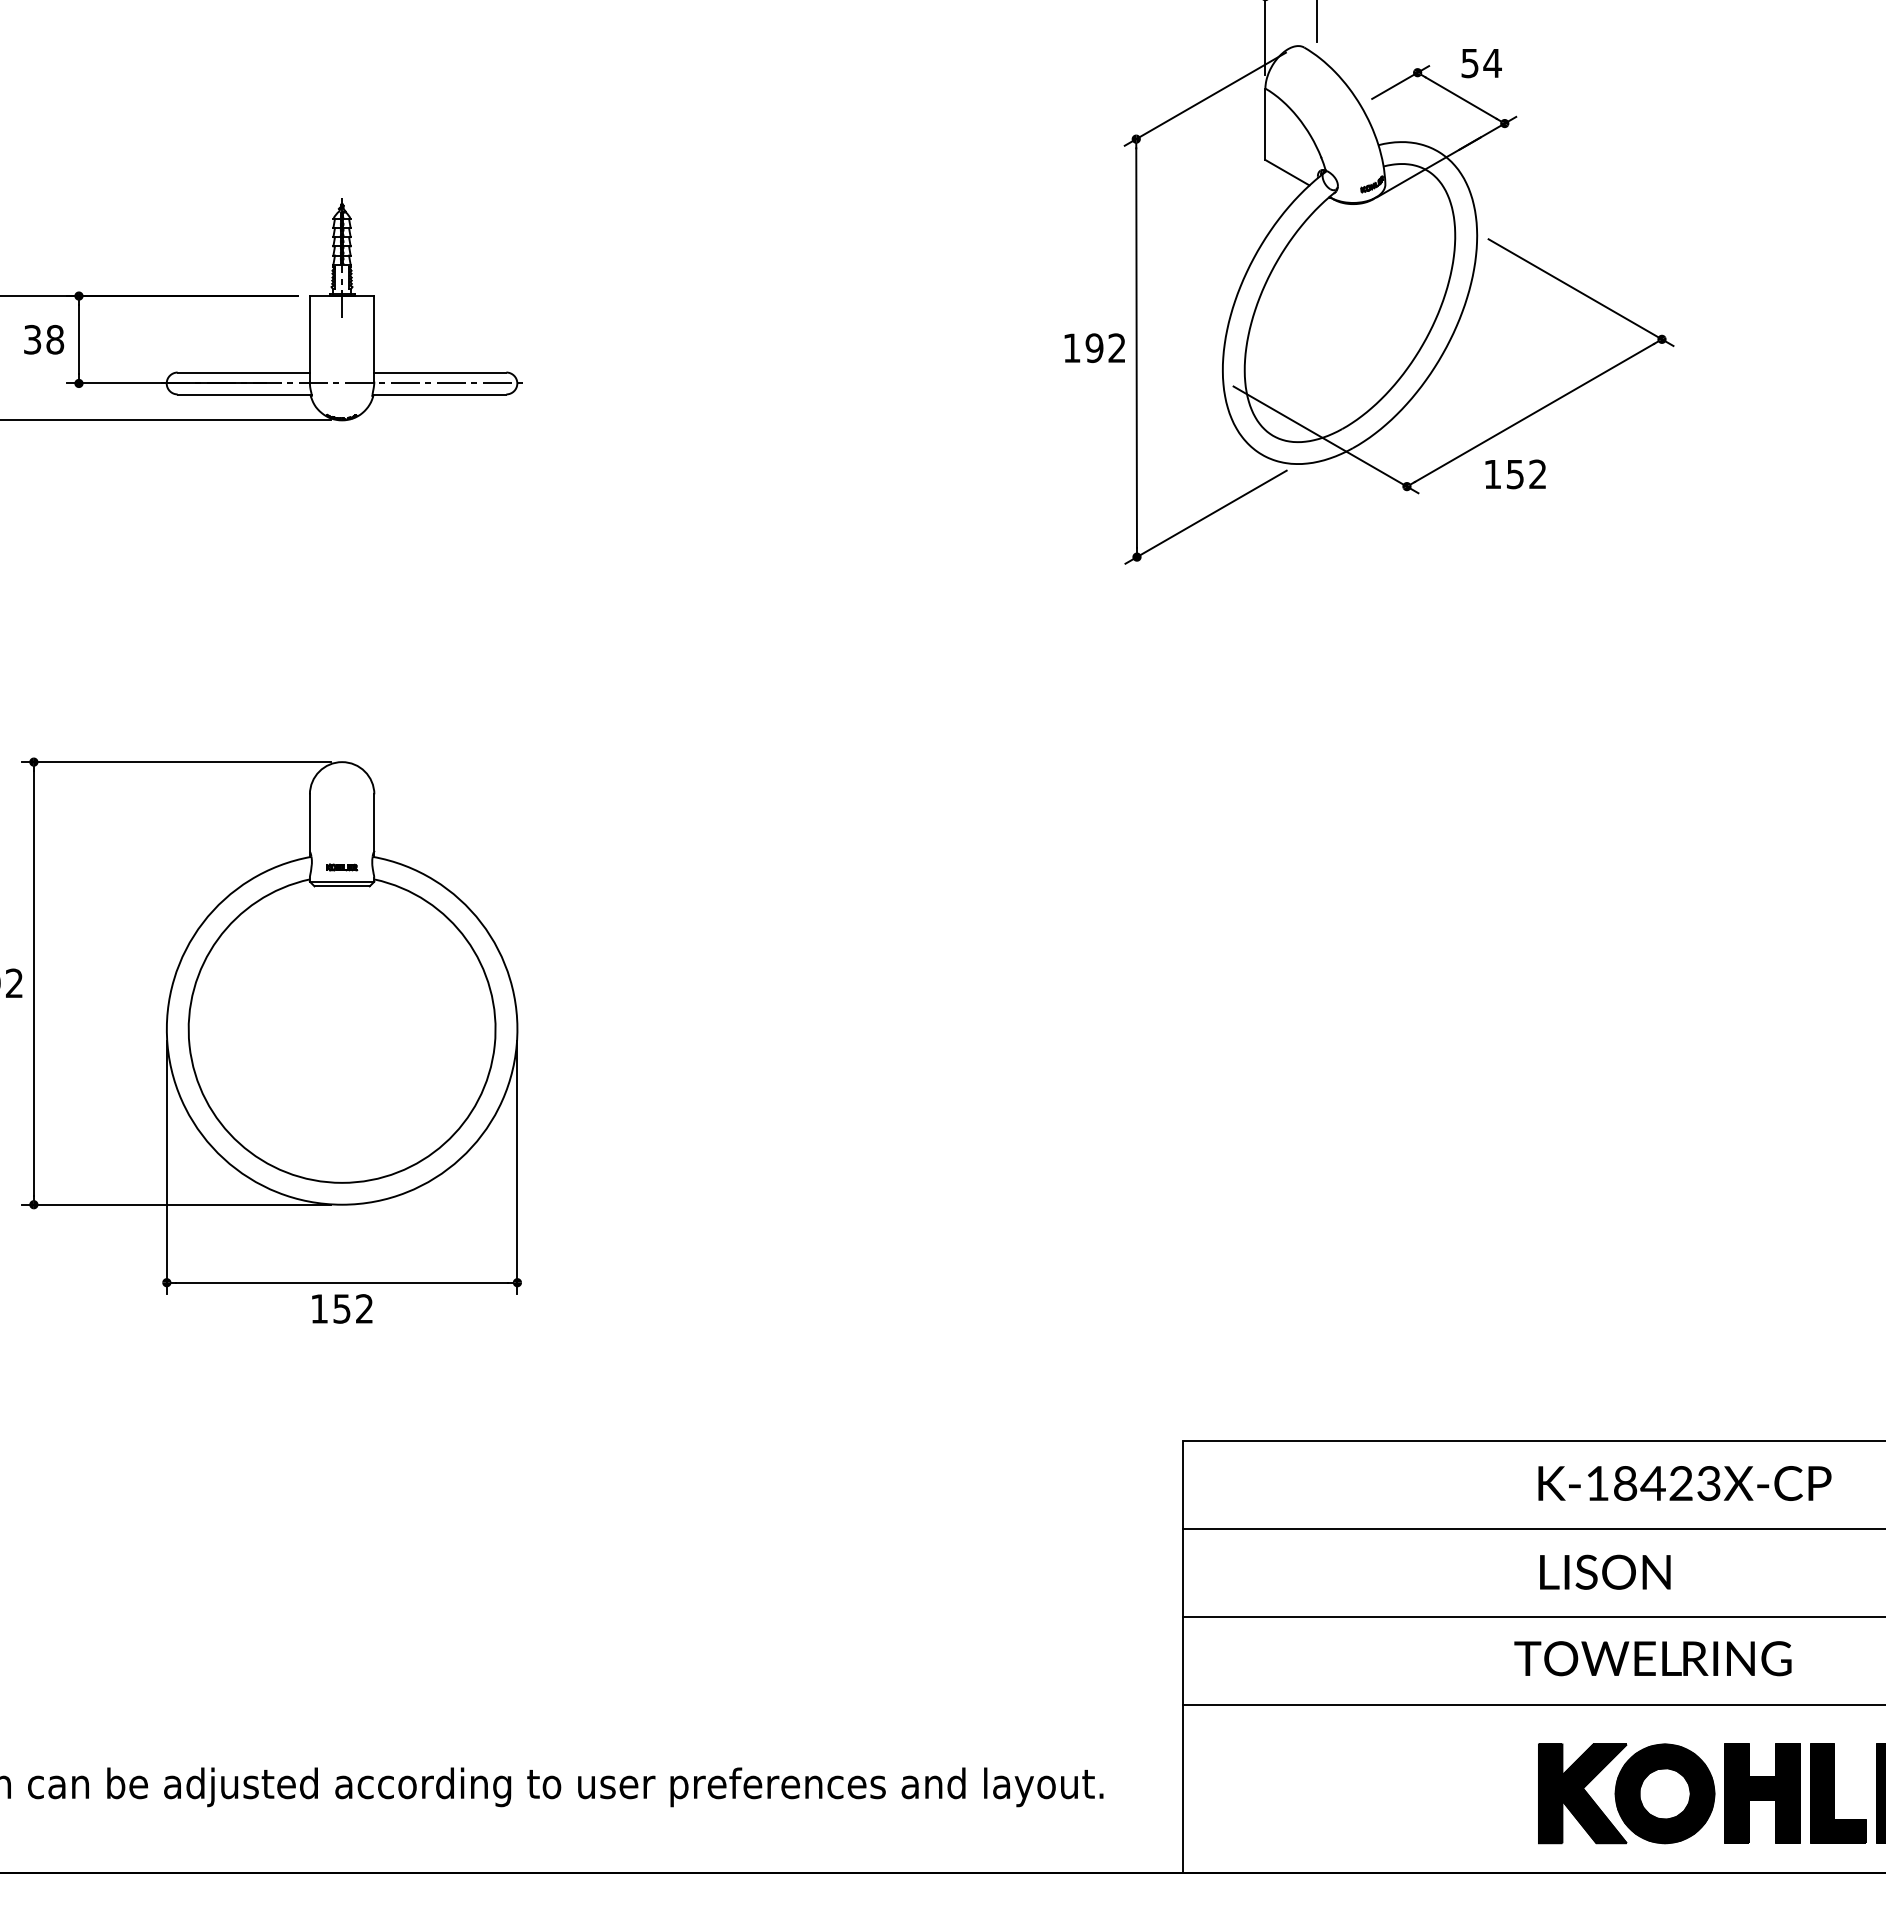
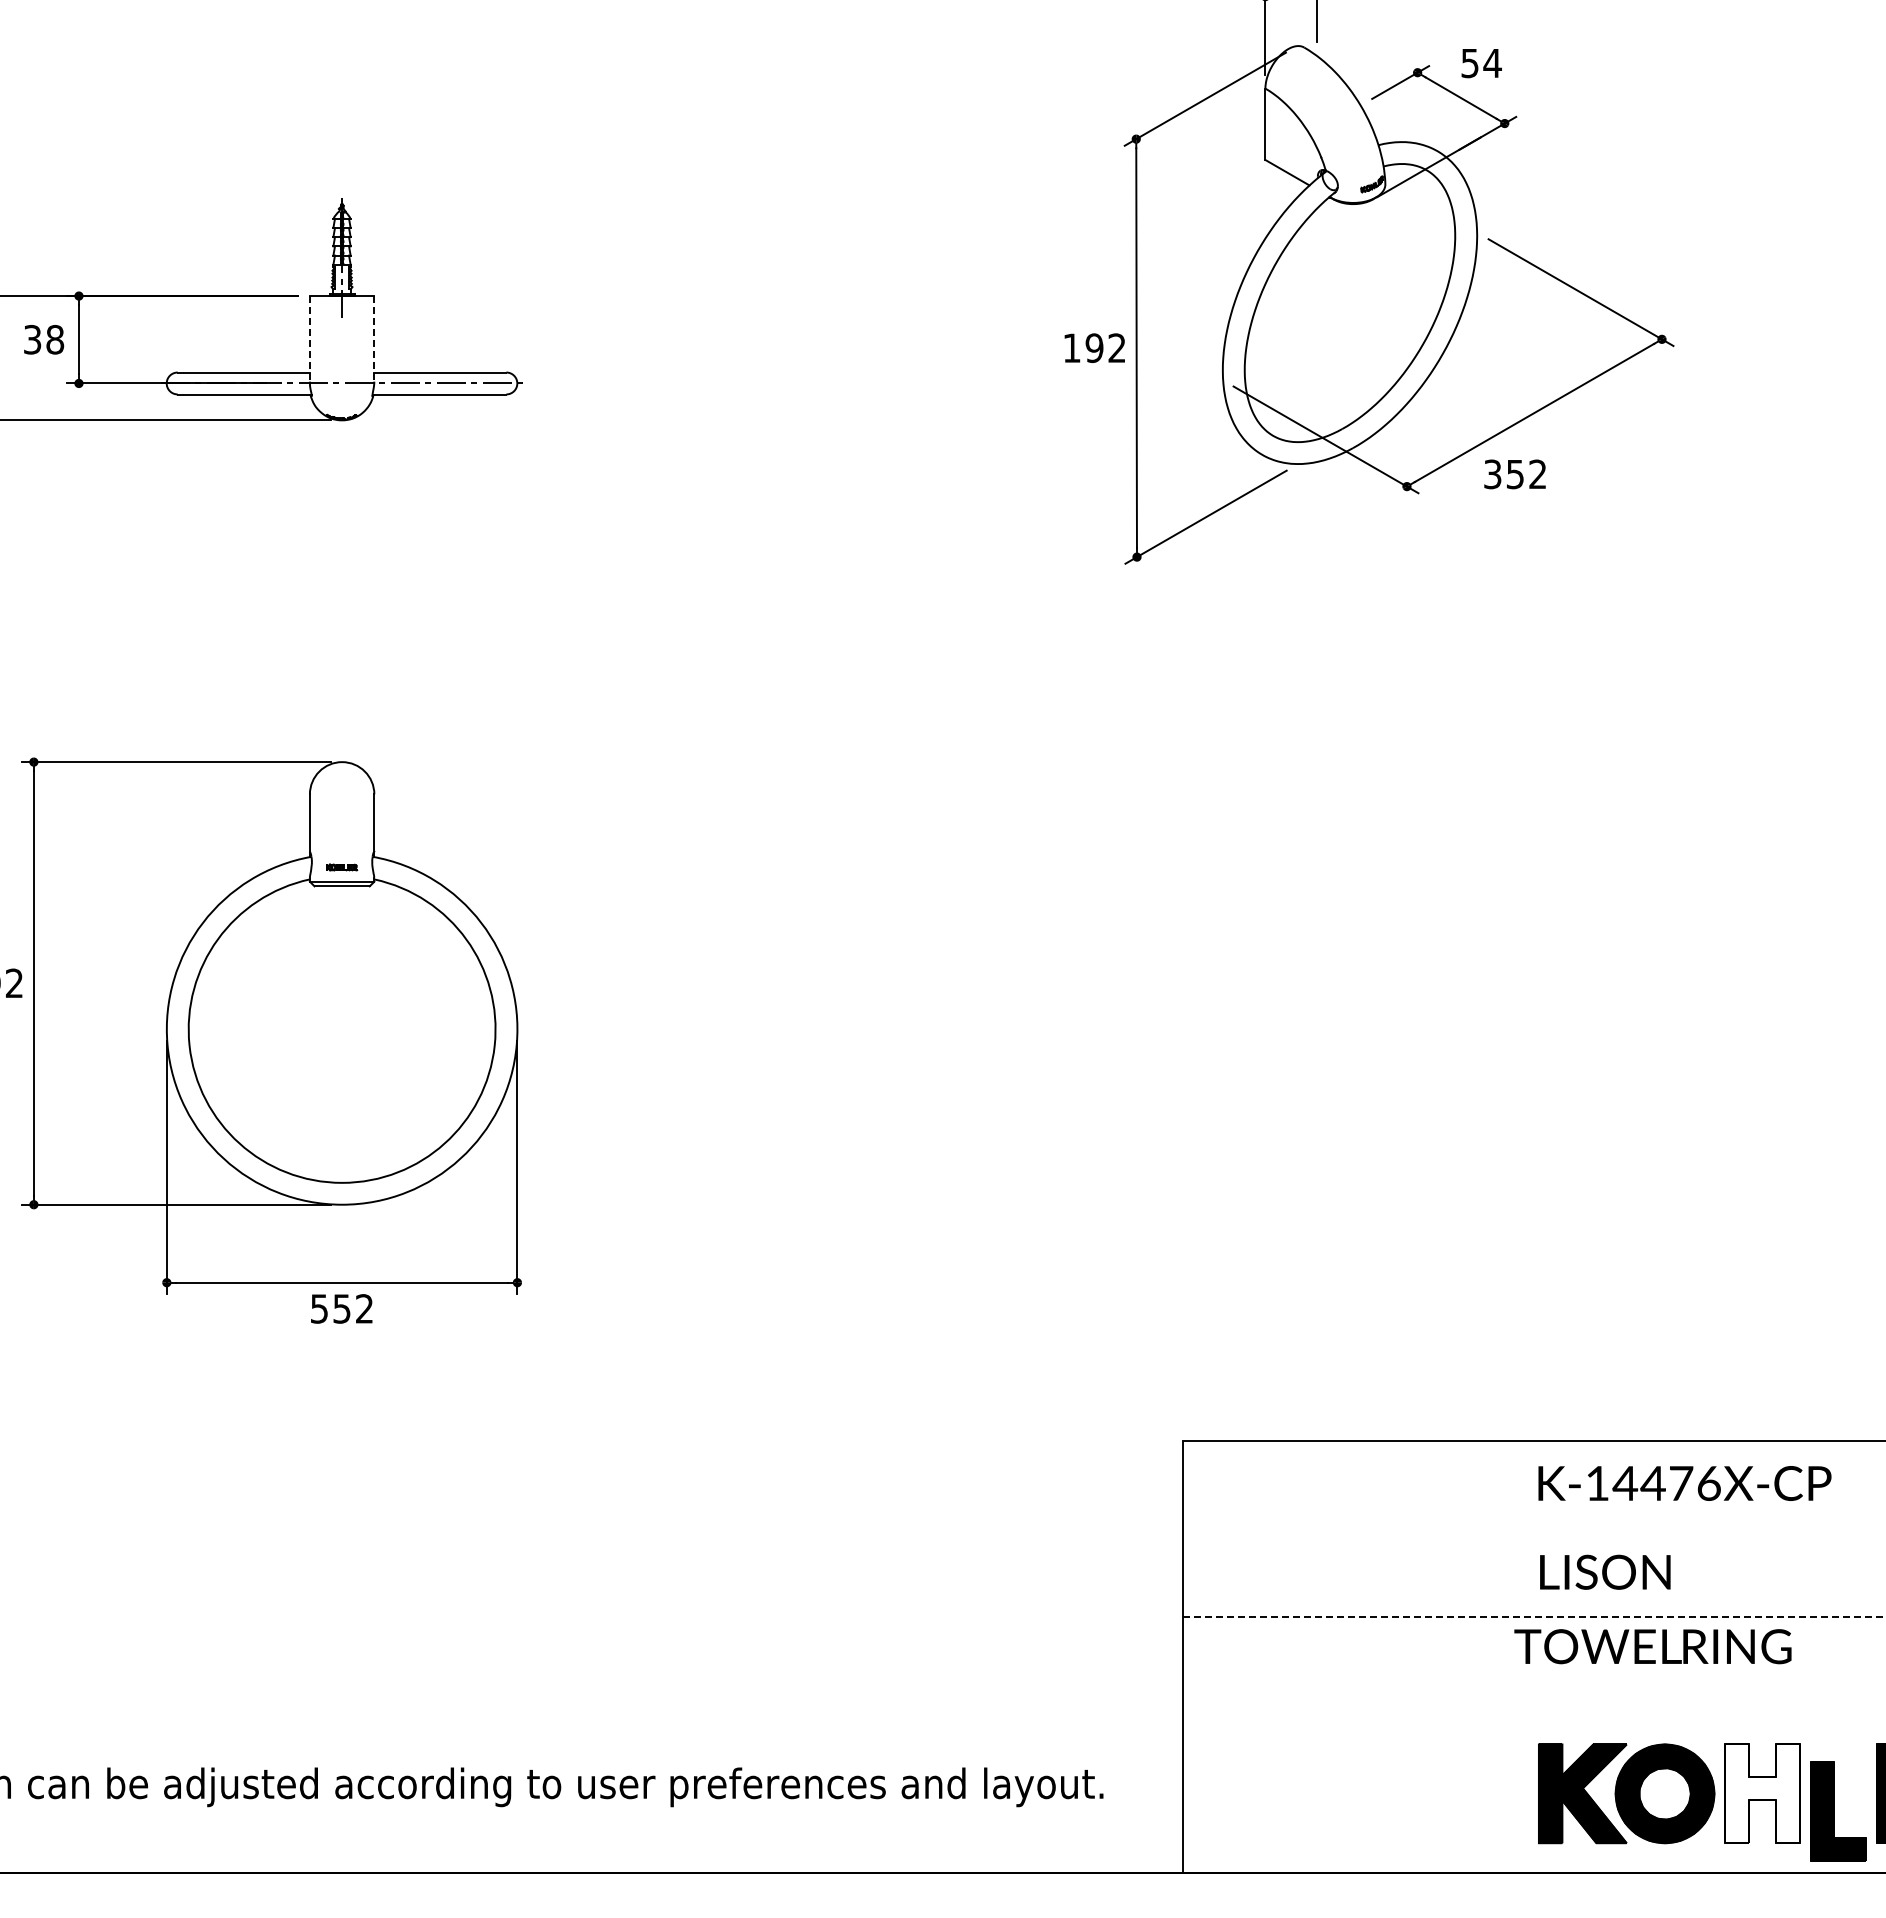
line at (309, 338): solid -> dashed
line at (374, 338): solid -> dashed
text at (1492, 474): 152 -> 352
text at (319, 1308): 152 -> 552
text at (1666, 1483): K-18423X-CP -> K-14476X-CP
line at (1532, 1528): present -> none
line at (1534, 1616): solid -> dashed
text at (1652, 1658) position: (1652, 1658) -> (1652, 1646)
line at (1532, 1704): present -> none
fill at (1762, 1793): present -> none
part at (1838, 1793) position: (1838, 1793) -> (1838, 1811)
